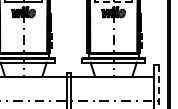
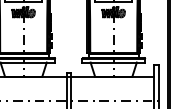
line at (113, 1): dashed -> solid
line at (158, 86): dashed -> solid
